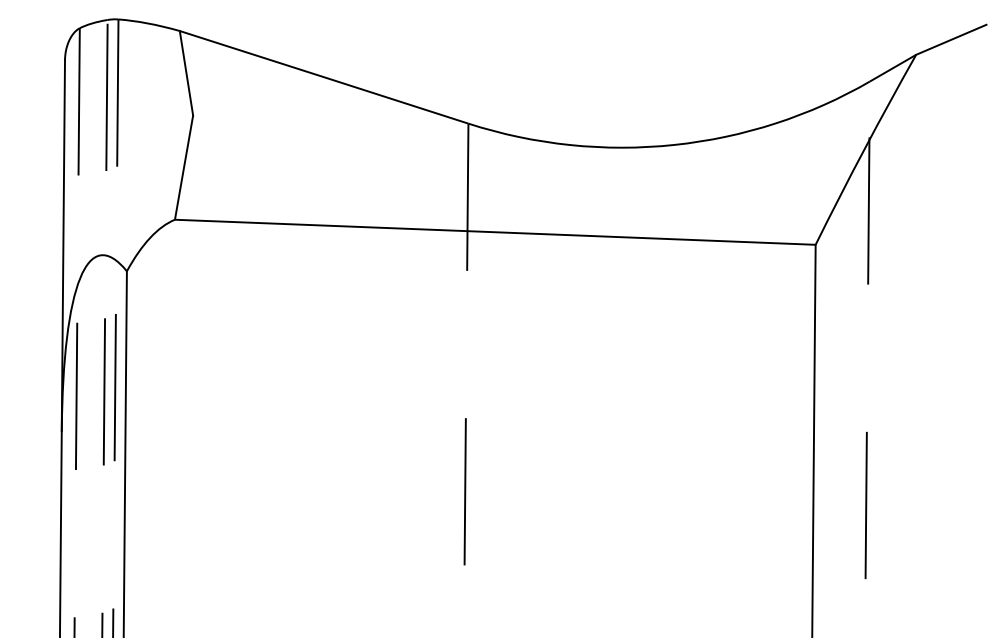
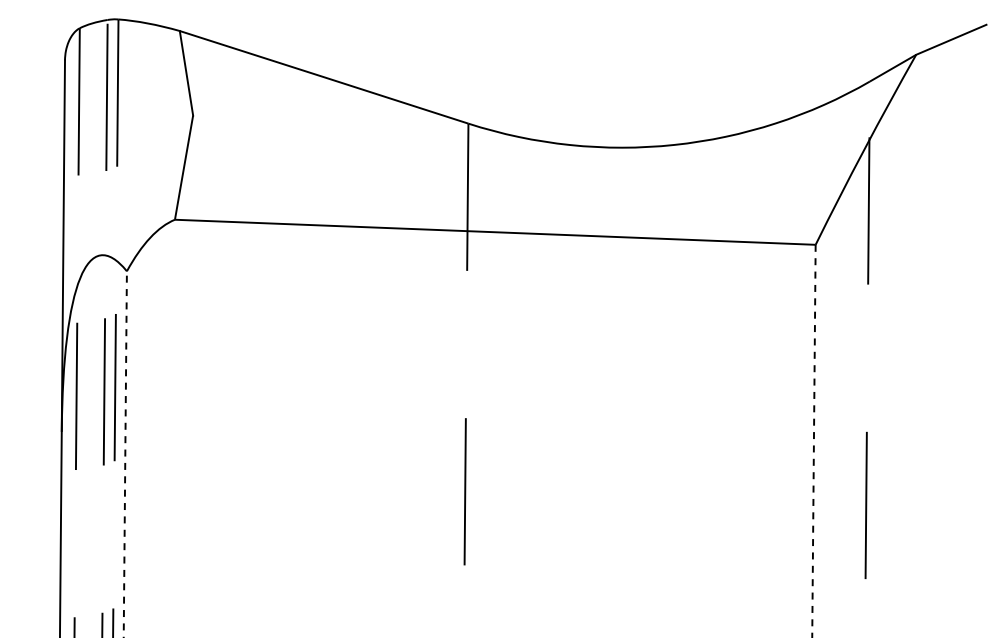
line at (813, 441): solid -> dashed
line at (125, 454): solid -> dashed
